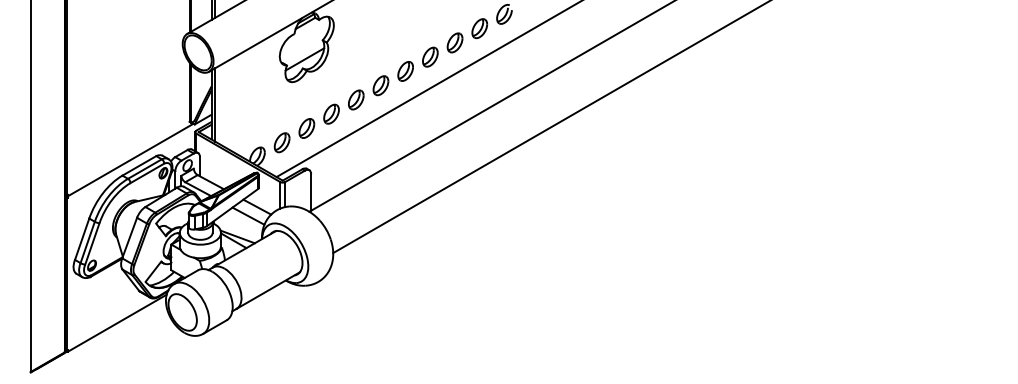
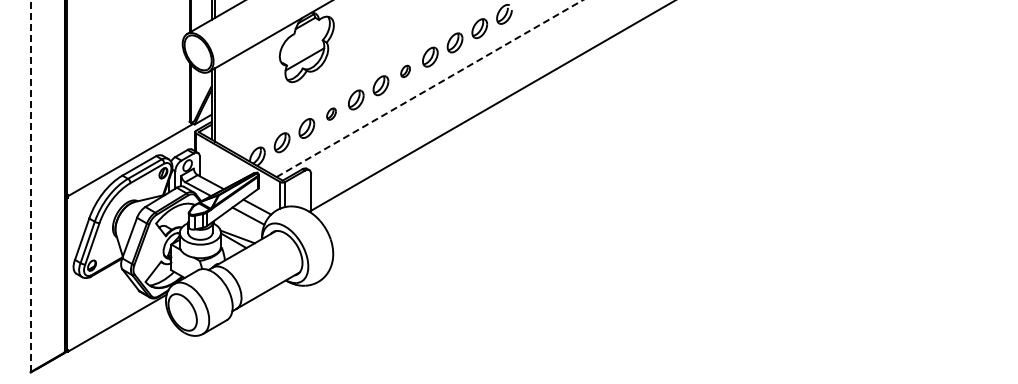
part at (405, 71) size: 17x21 px -> 11x15 px
line at (429, 88): solid -> dashed
part at (331, 113) size: 17x22 px -> 11x14 px
line at (550, 127): present -> none
line at (30, 186): solid -> dashed
